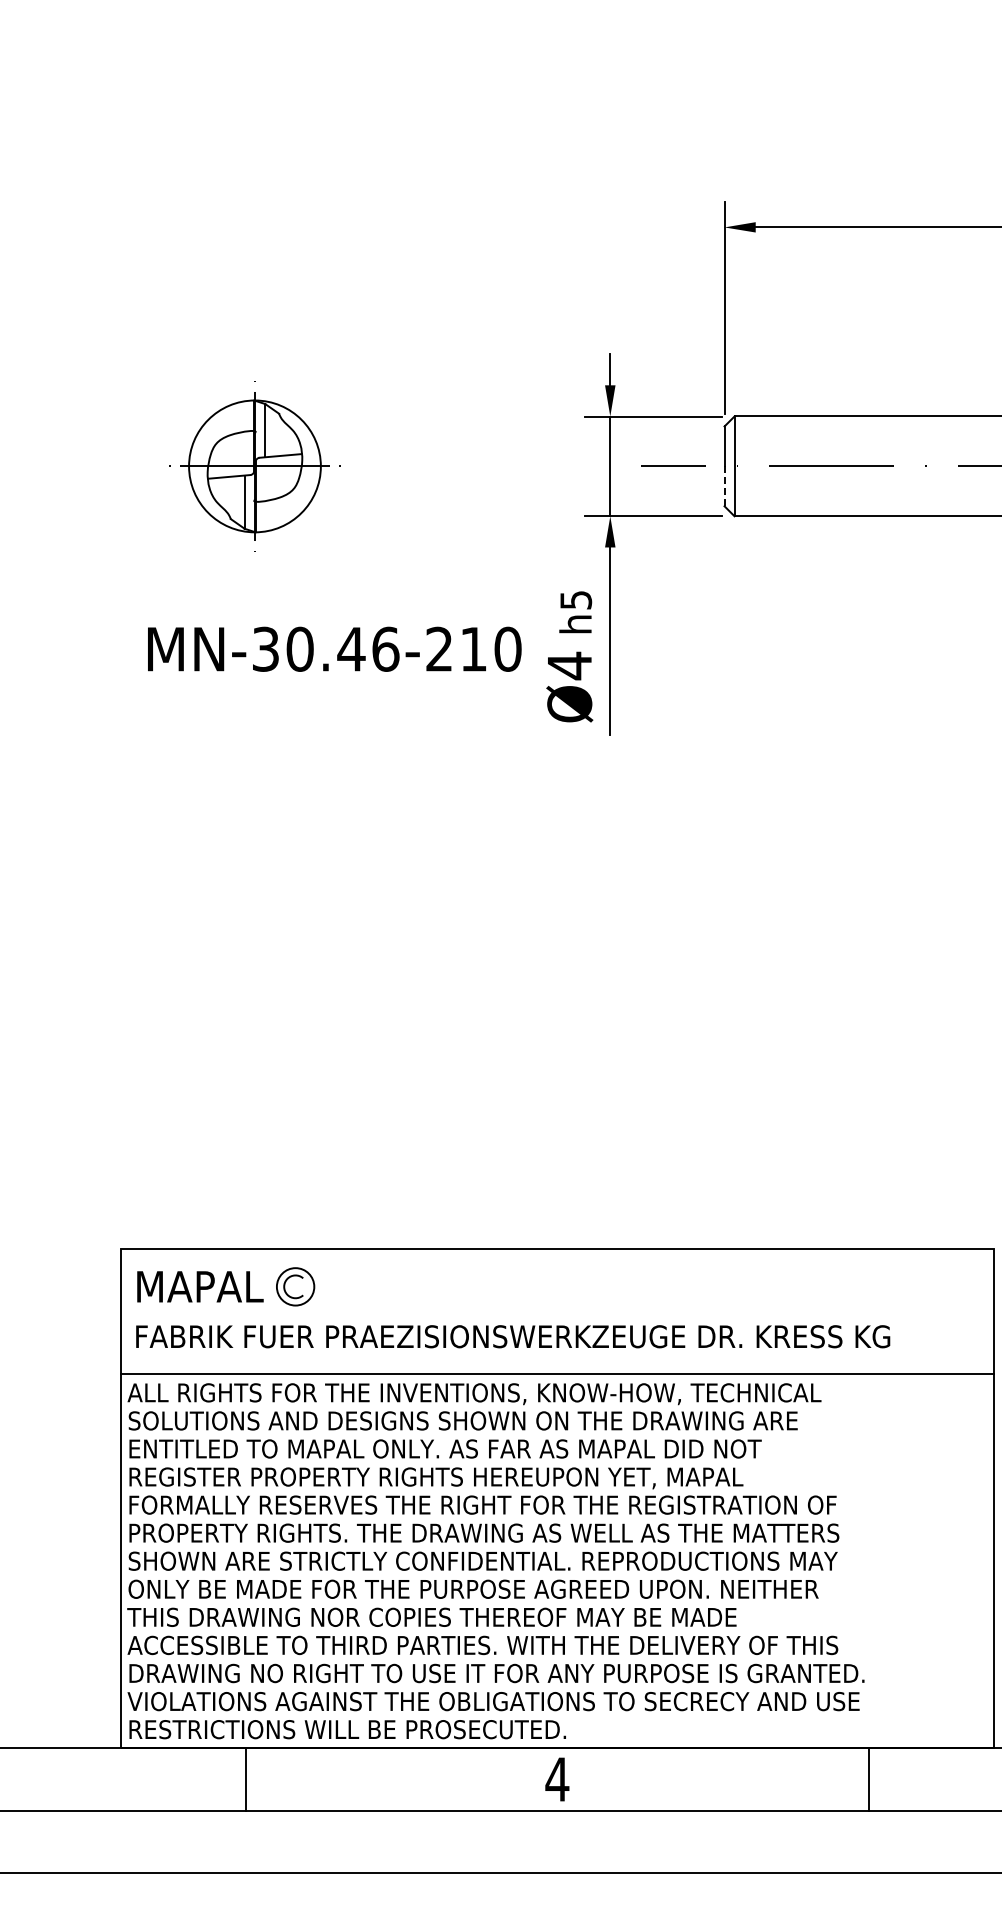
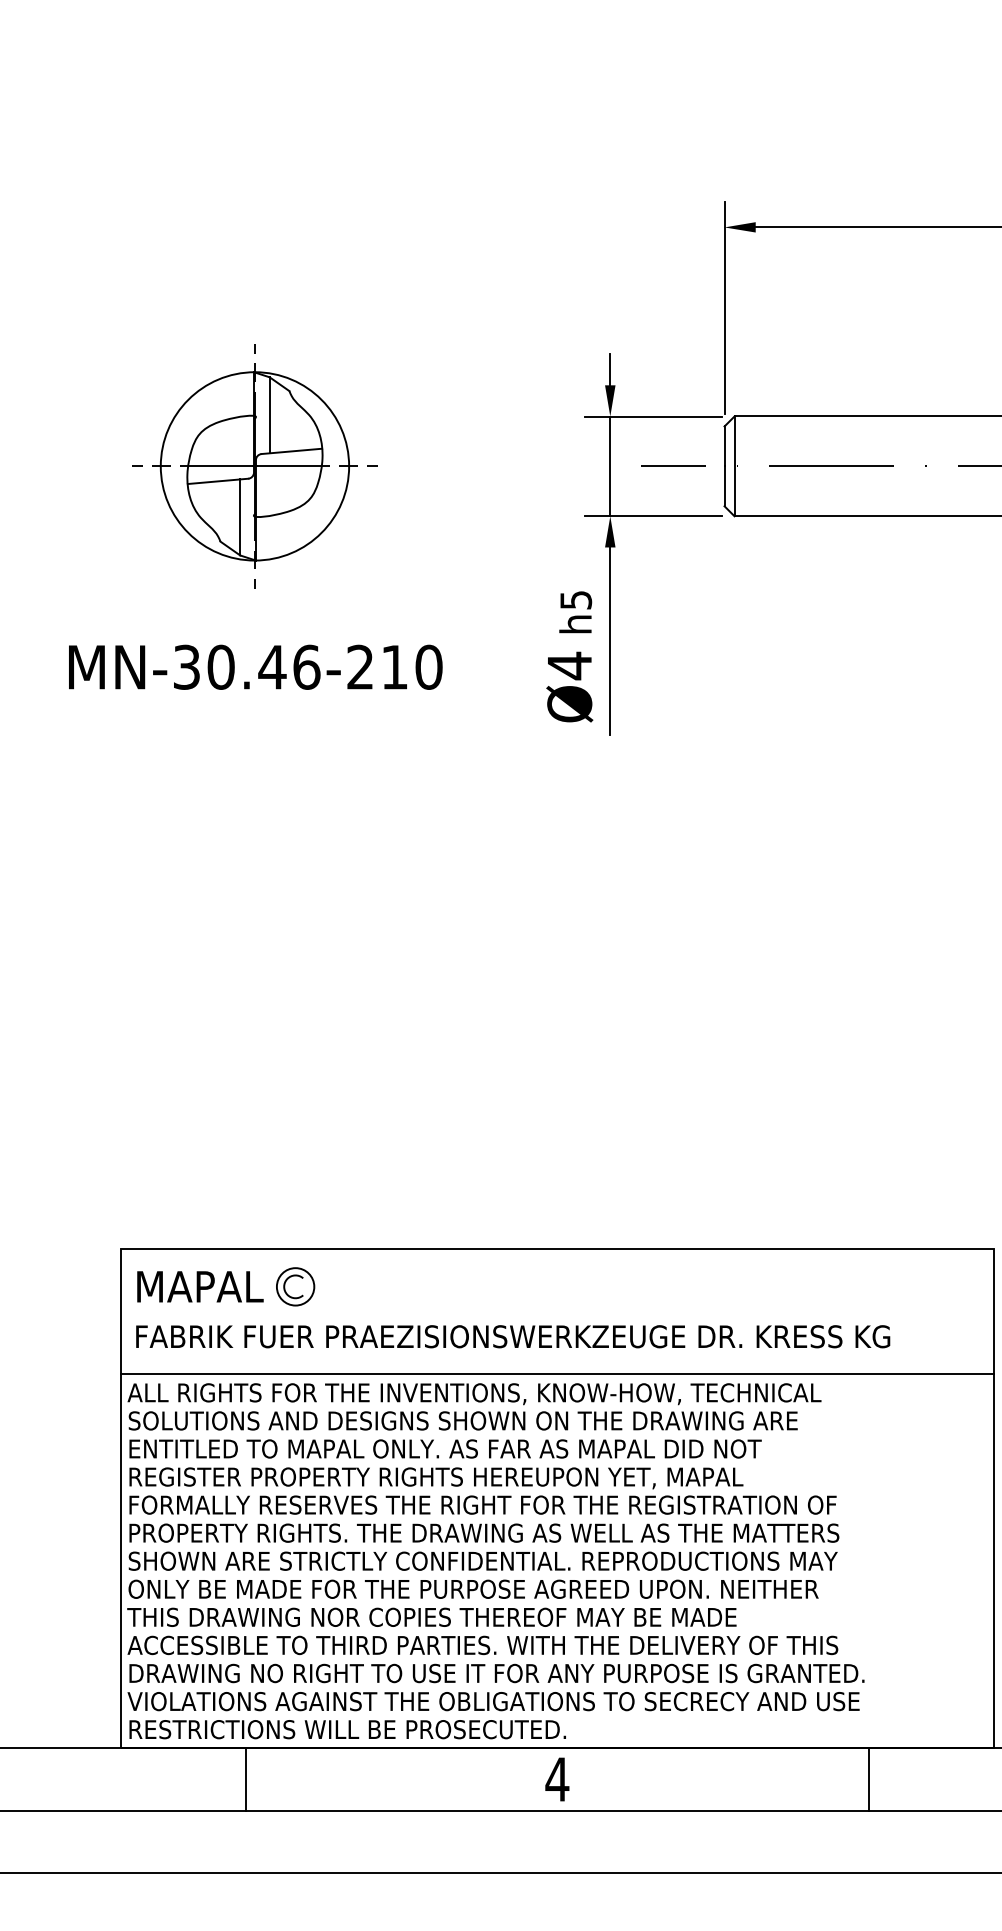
part at (254, 466) size: 172x171 px -> 246x245 px
line at (724, 486): dashed -> solid
text at (334, 648) position: (334, 648) -> (255, 666)
